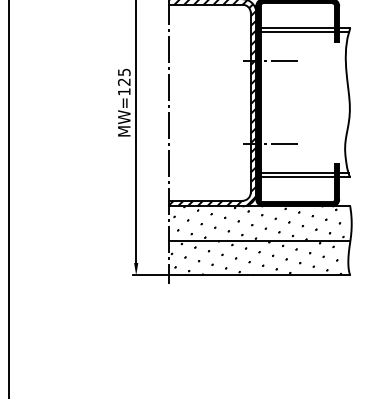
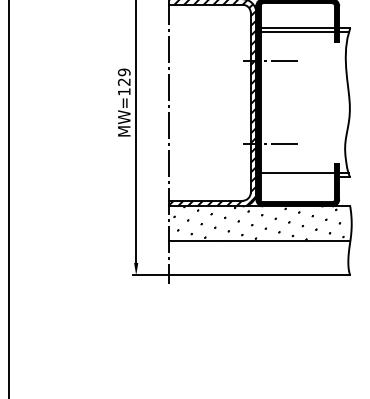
text at (123, 72): MW=125 -> MW=129
line at (297, 177): present -> none
hatch at (256, 257): present -> none
